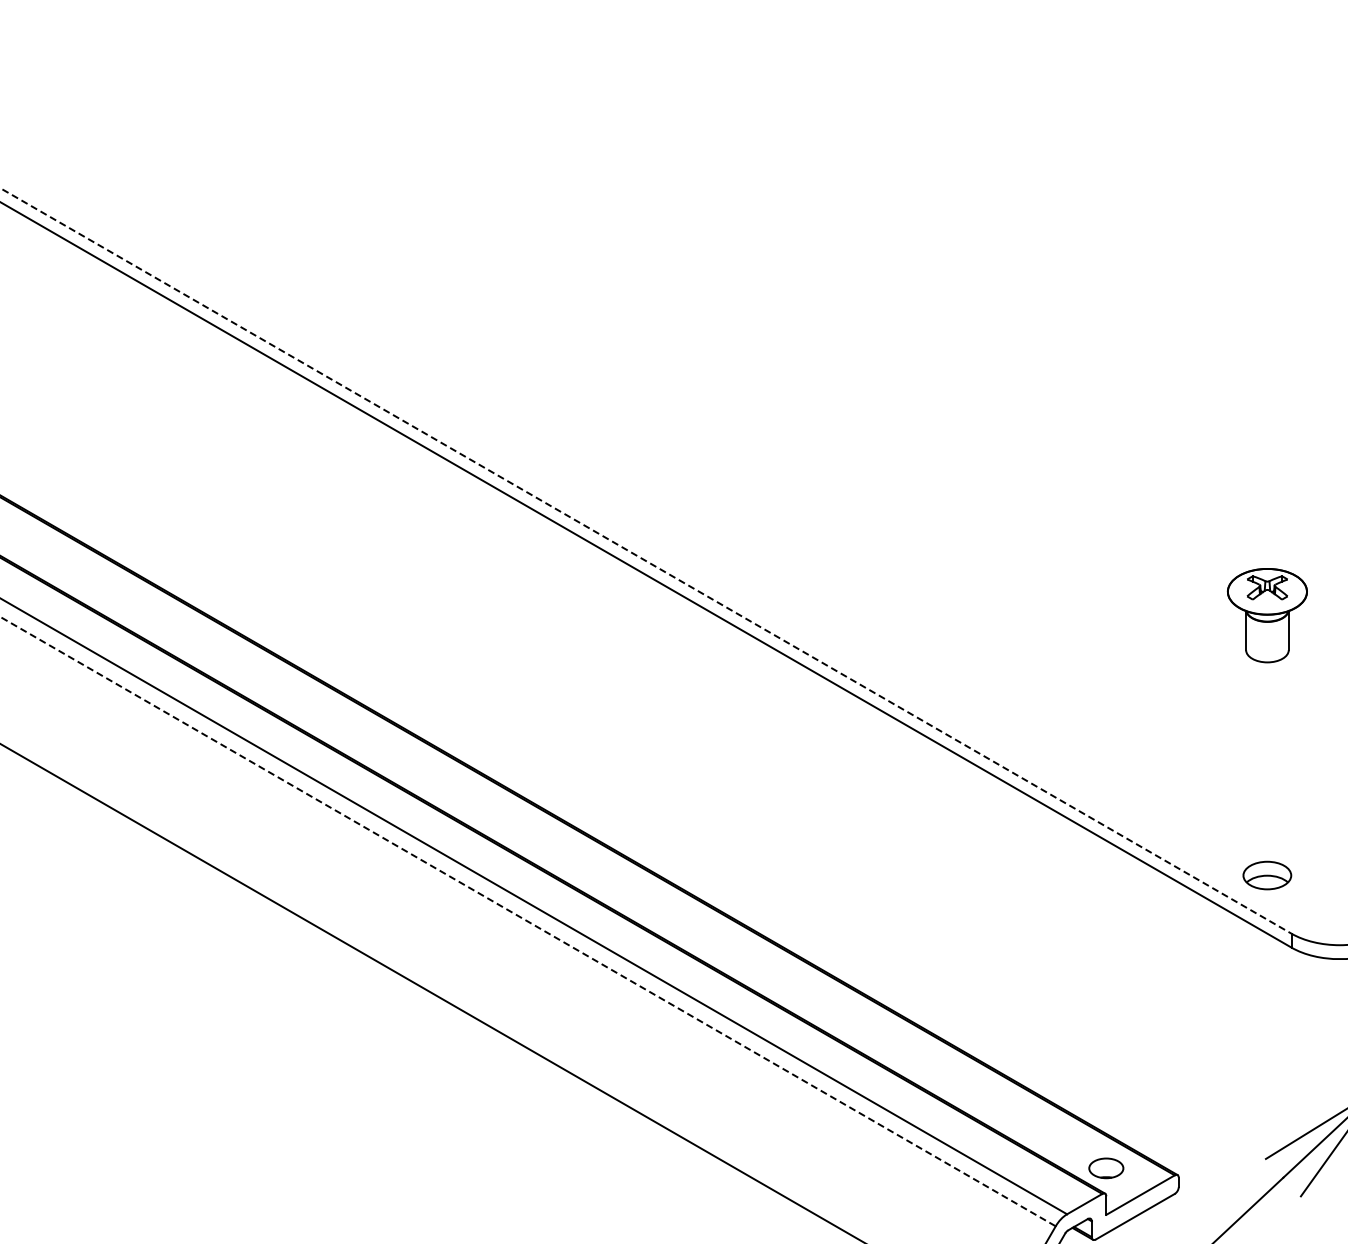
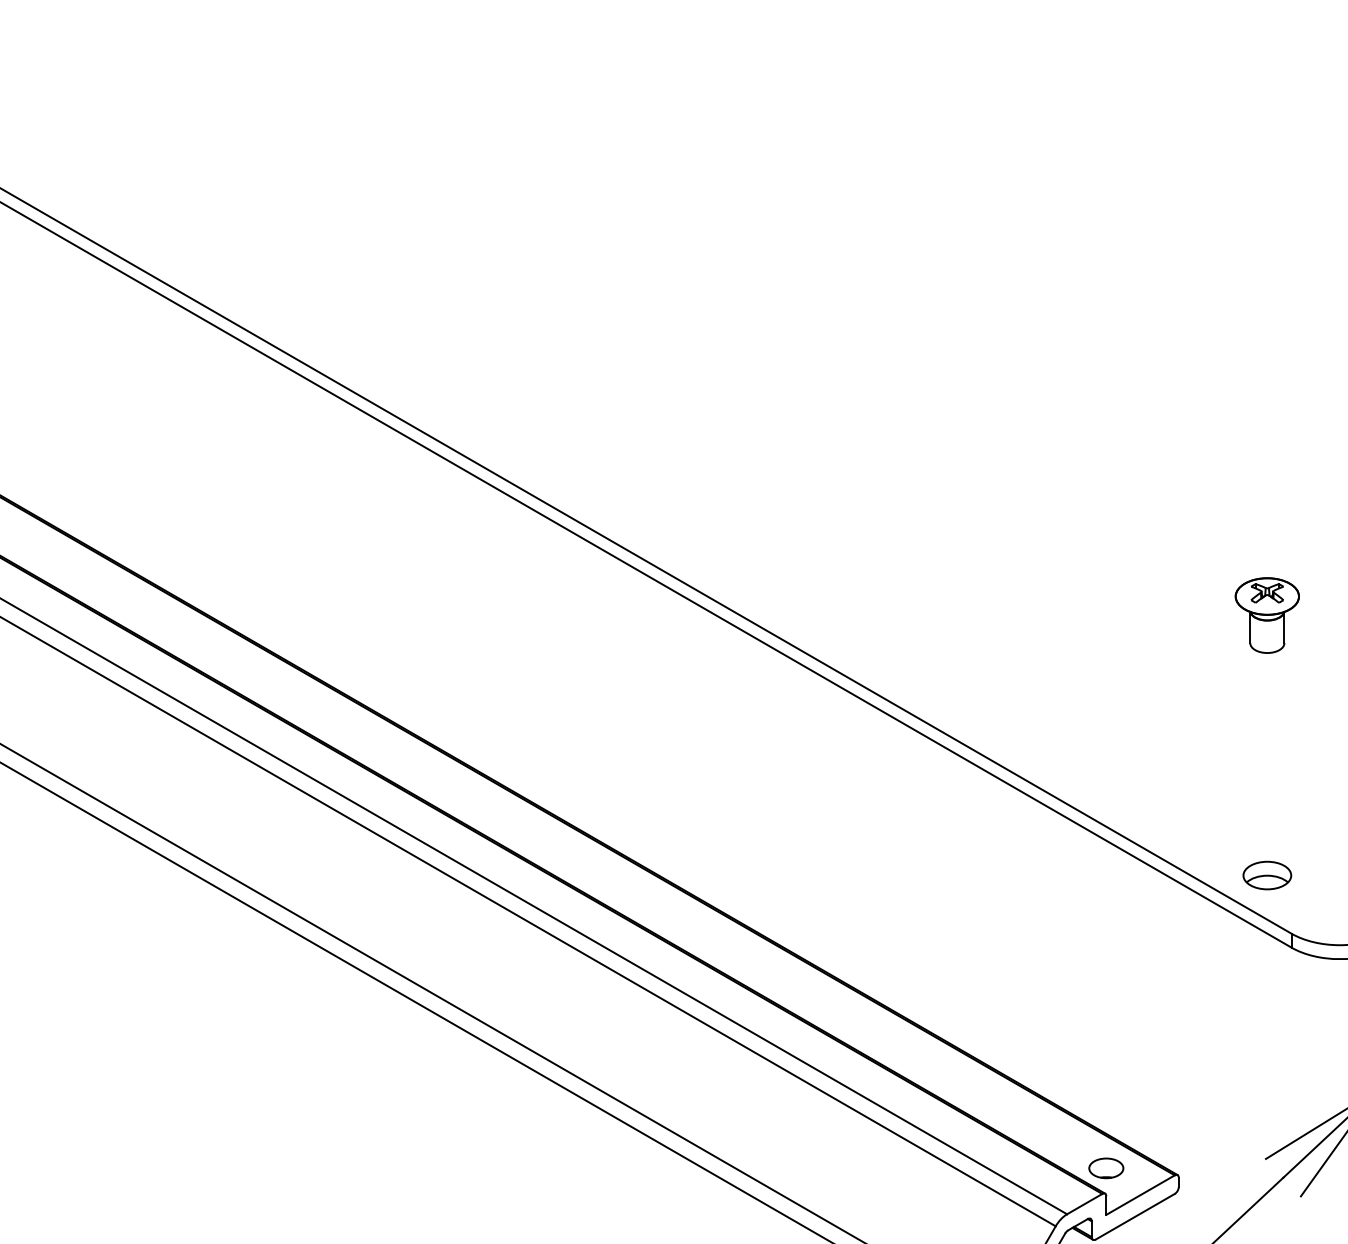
line at (646, 561): dashed -> solid
part at (1267, 615) size: 81x96 px -> 66x77 px
line at (528, 921): dashed -> solid
line at (415, 1001): none -> present
